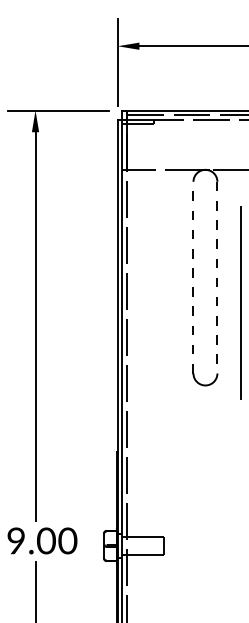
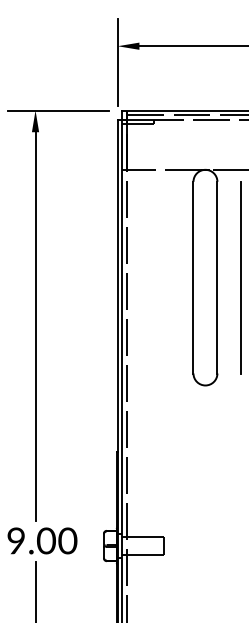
line at (193, 277): dashed -> solid
line at (217, 277): dashed -> solid
line at (240, 302) position: (240, 302) -> (240, 277)
